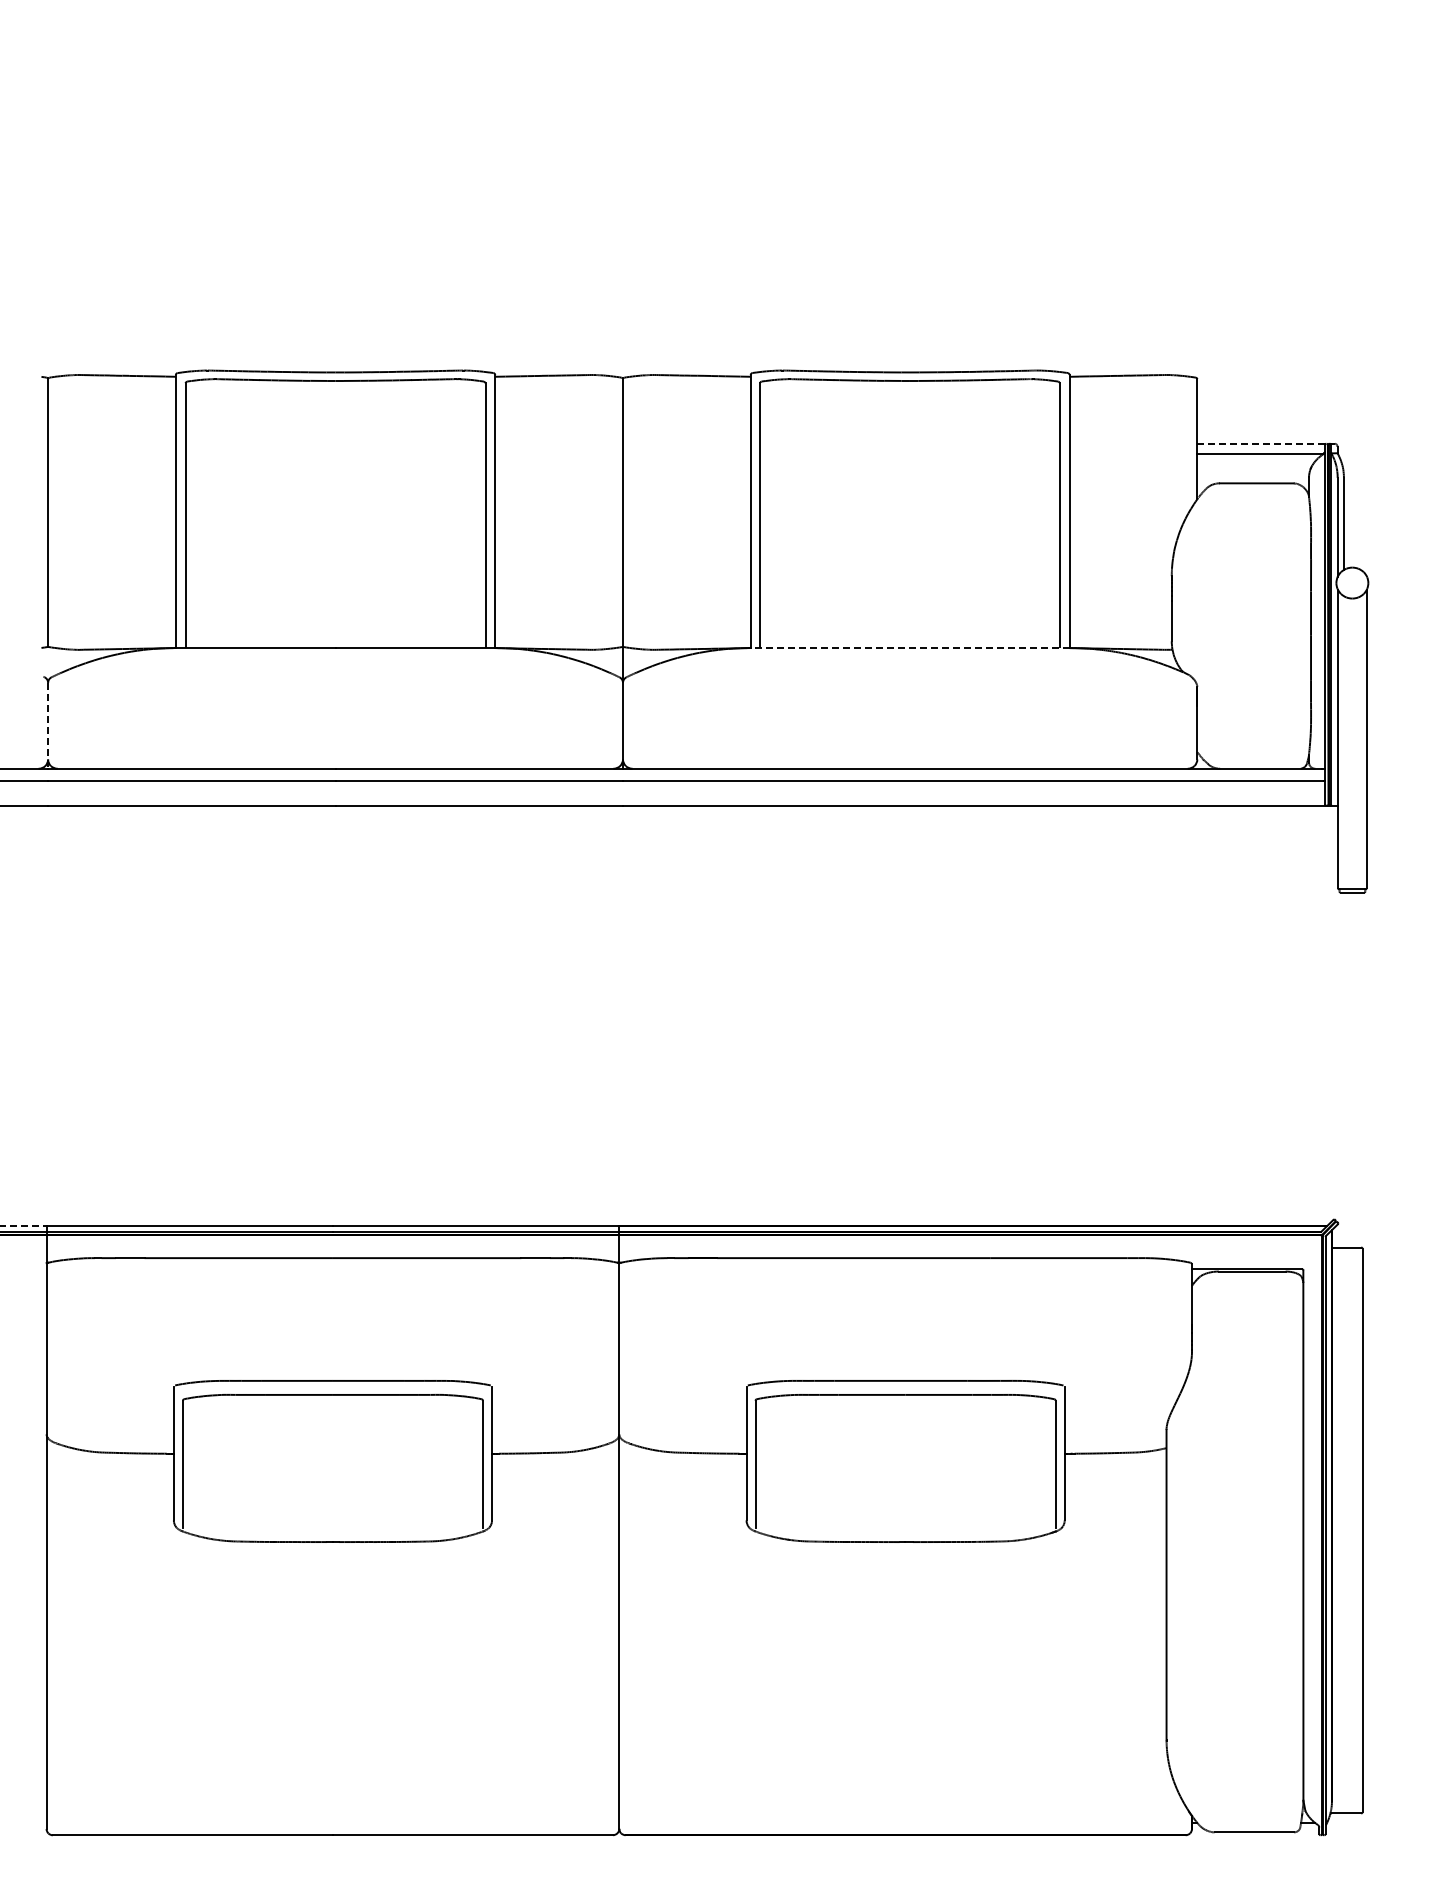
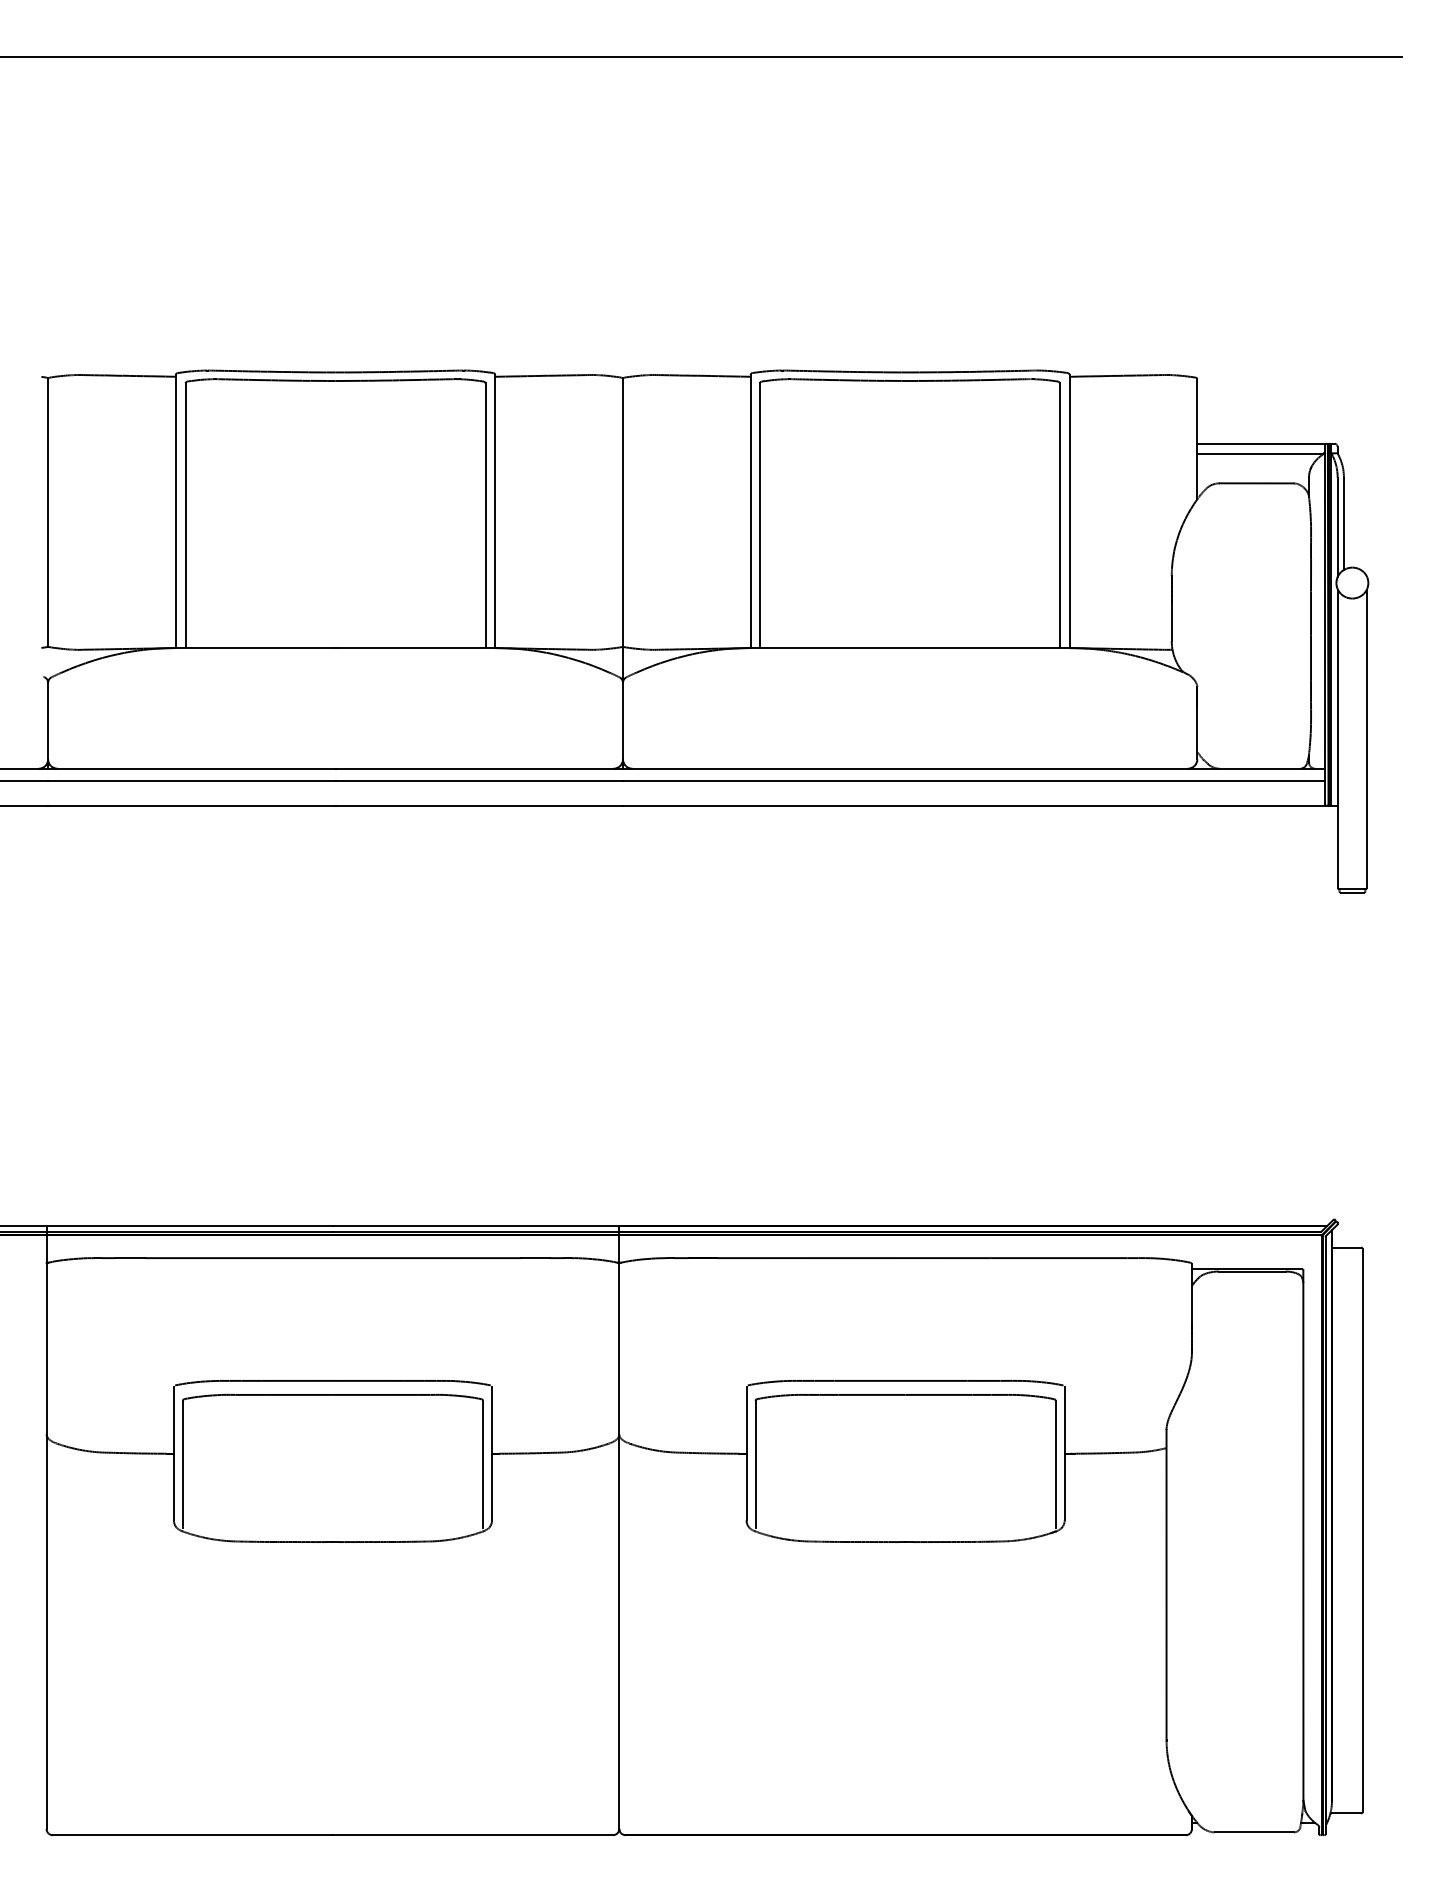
line at (701, 56): none -> present
line at (1266, 443): dashed -> solid
line at (909, 648): dashed -> solid
line at (48, 725): dashed -> solid
line at (23, 1225): dashed -> solid
